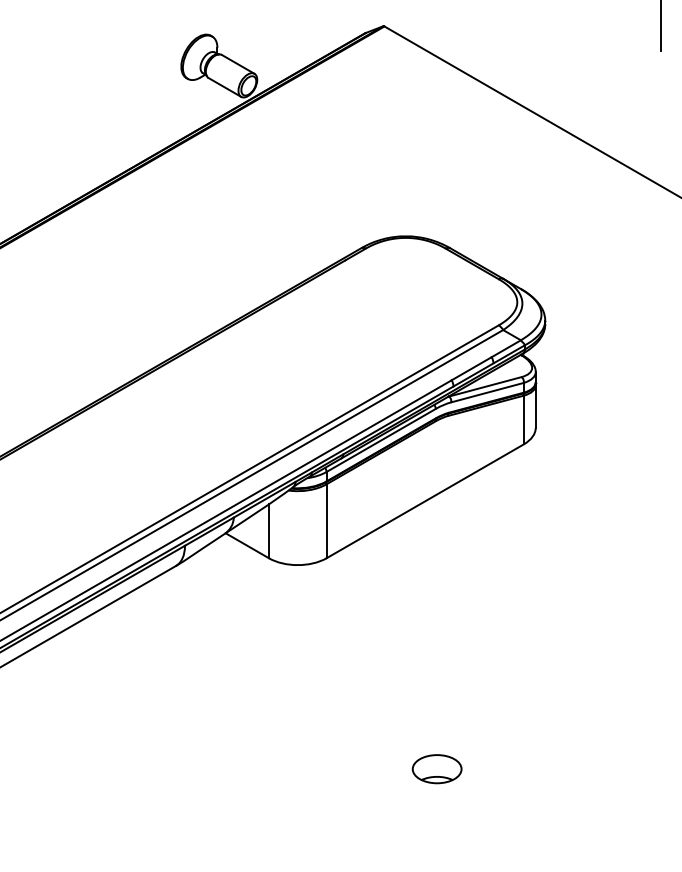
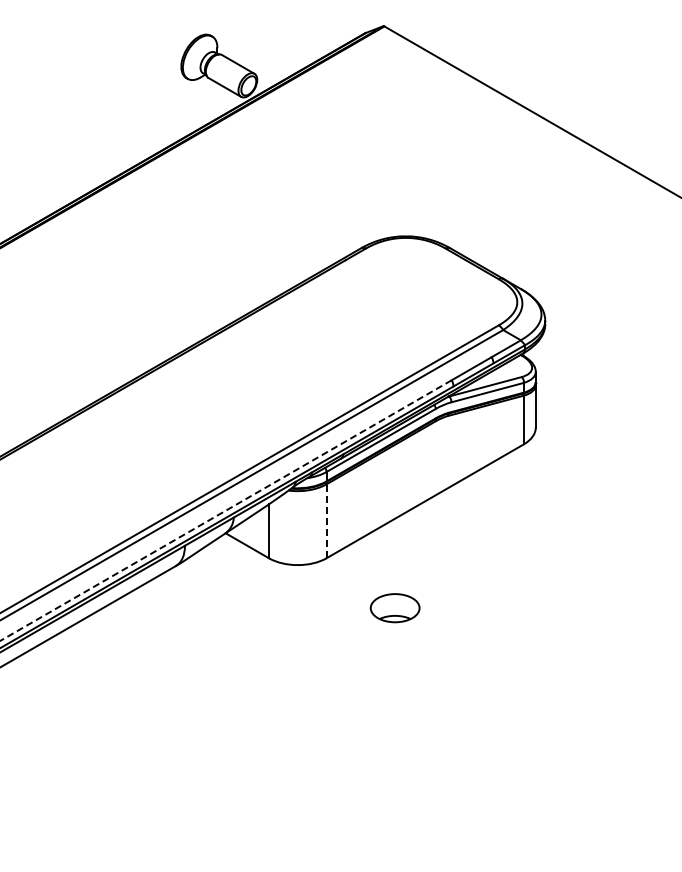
line at (661, 26): present -> none
line at (225, 510): solid -> dashed
line at (326, 521): solid -> dashed
part at (436, 769) position: (436, 769) -> (394, 608)
